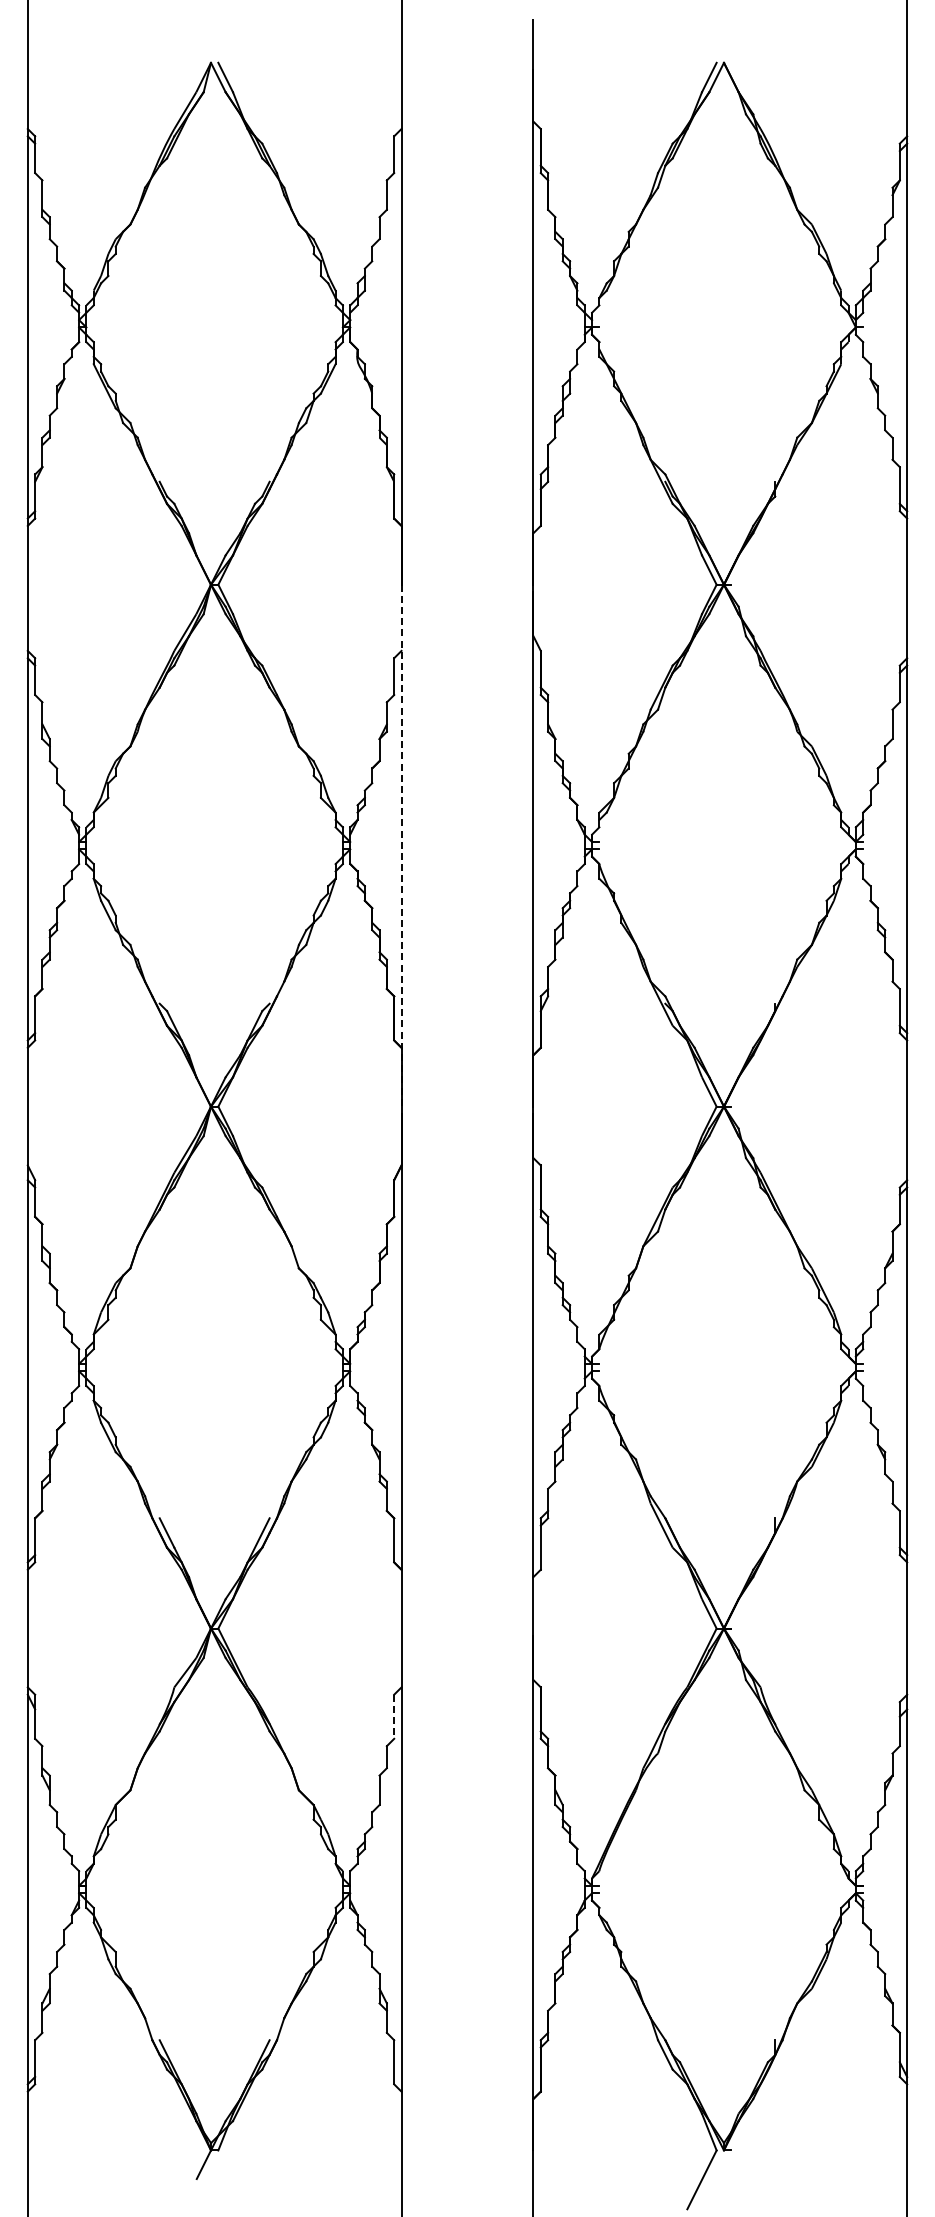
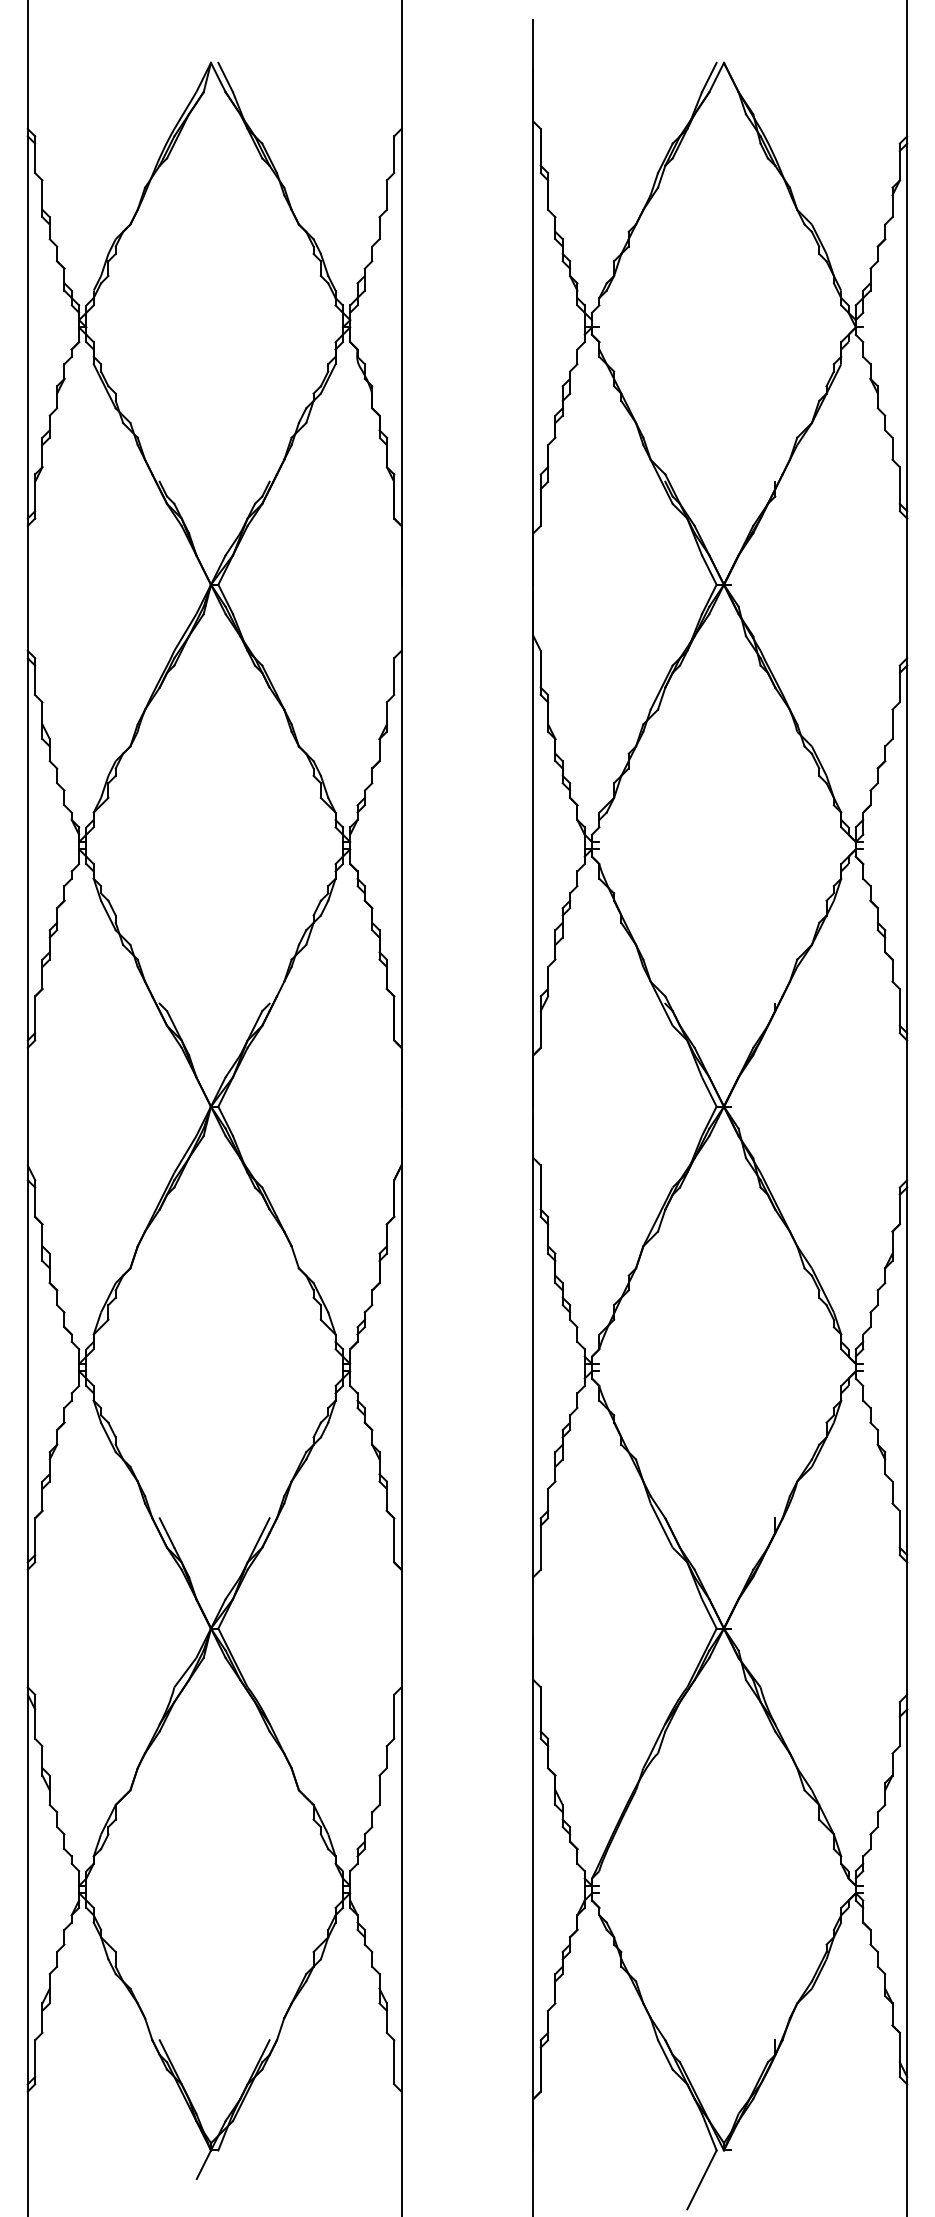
line at (401, 845): dashed -> solid
line at (394, 1717): dashed -> solid
